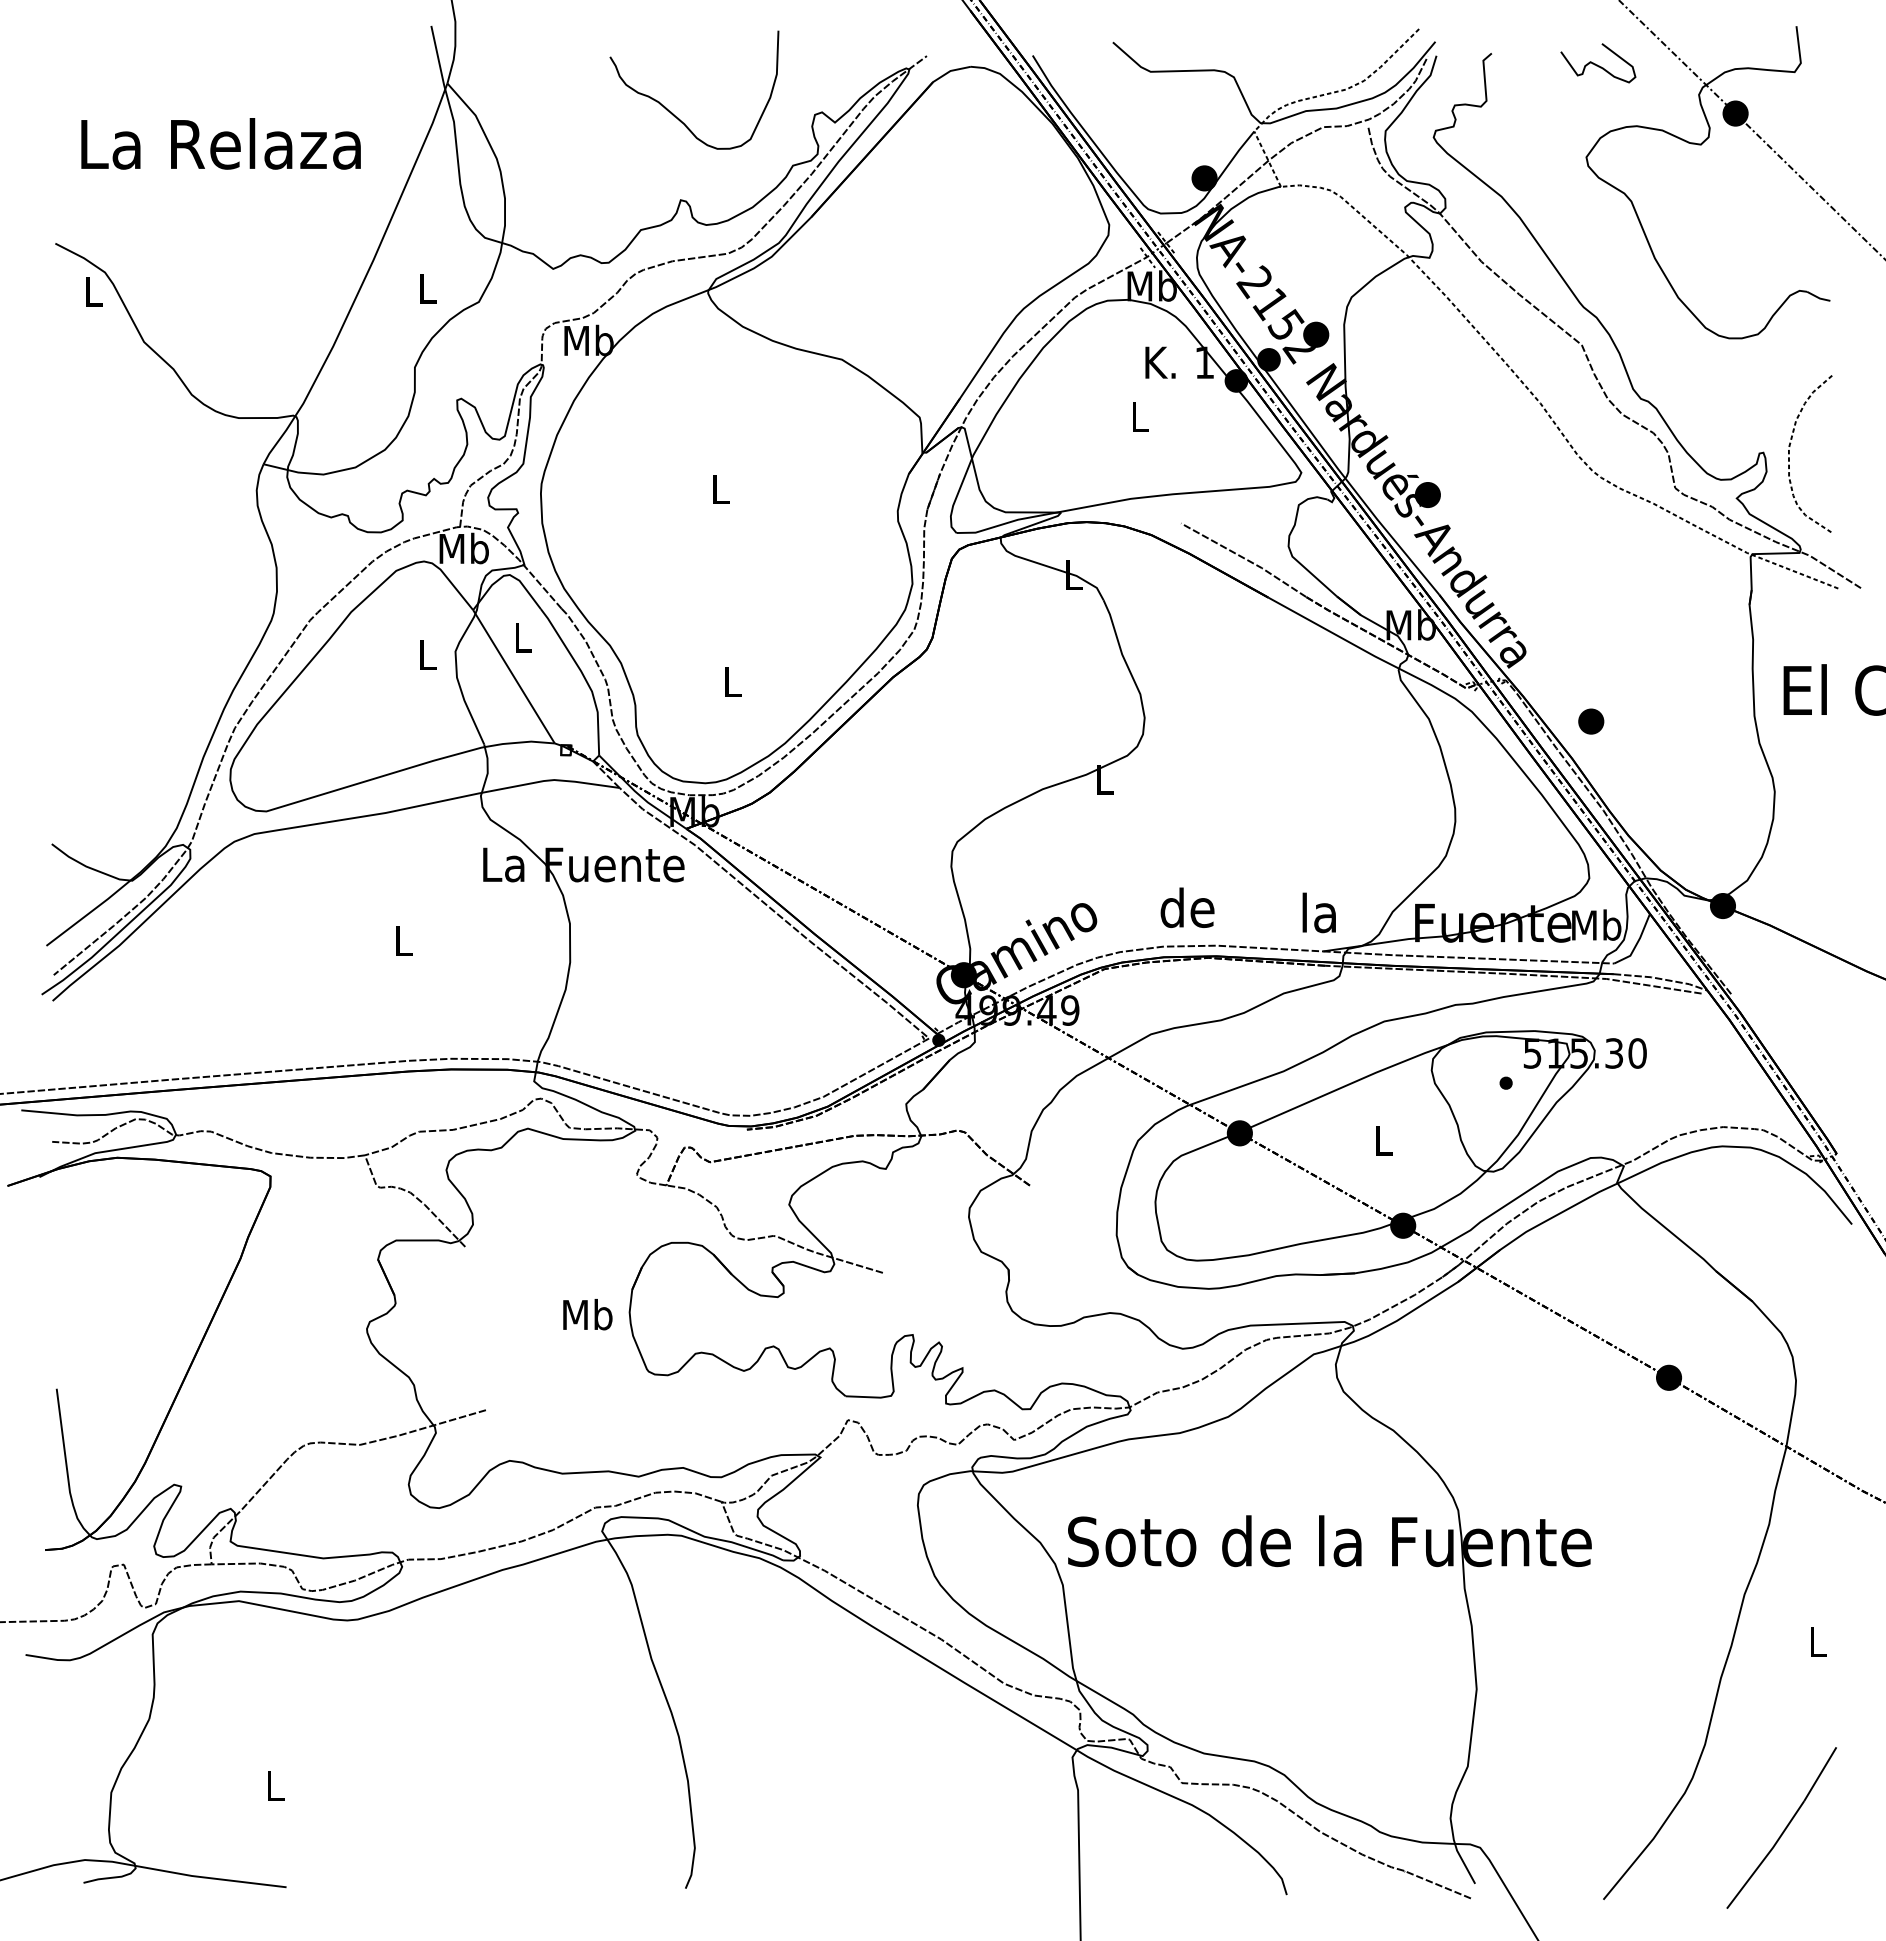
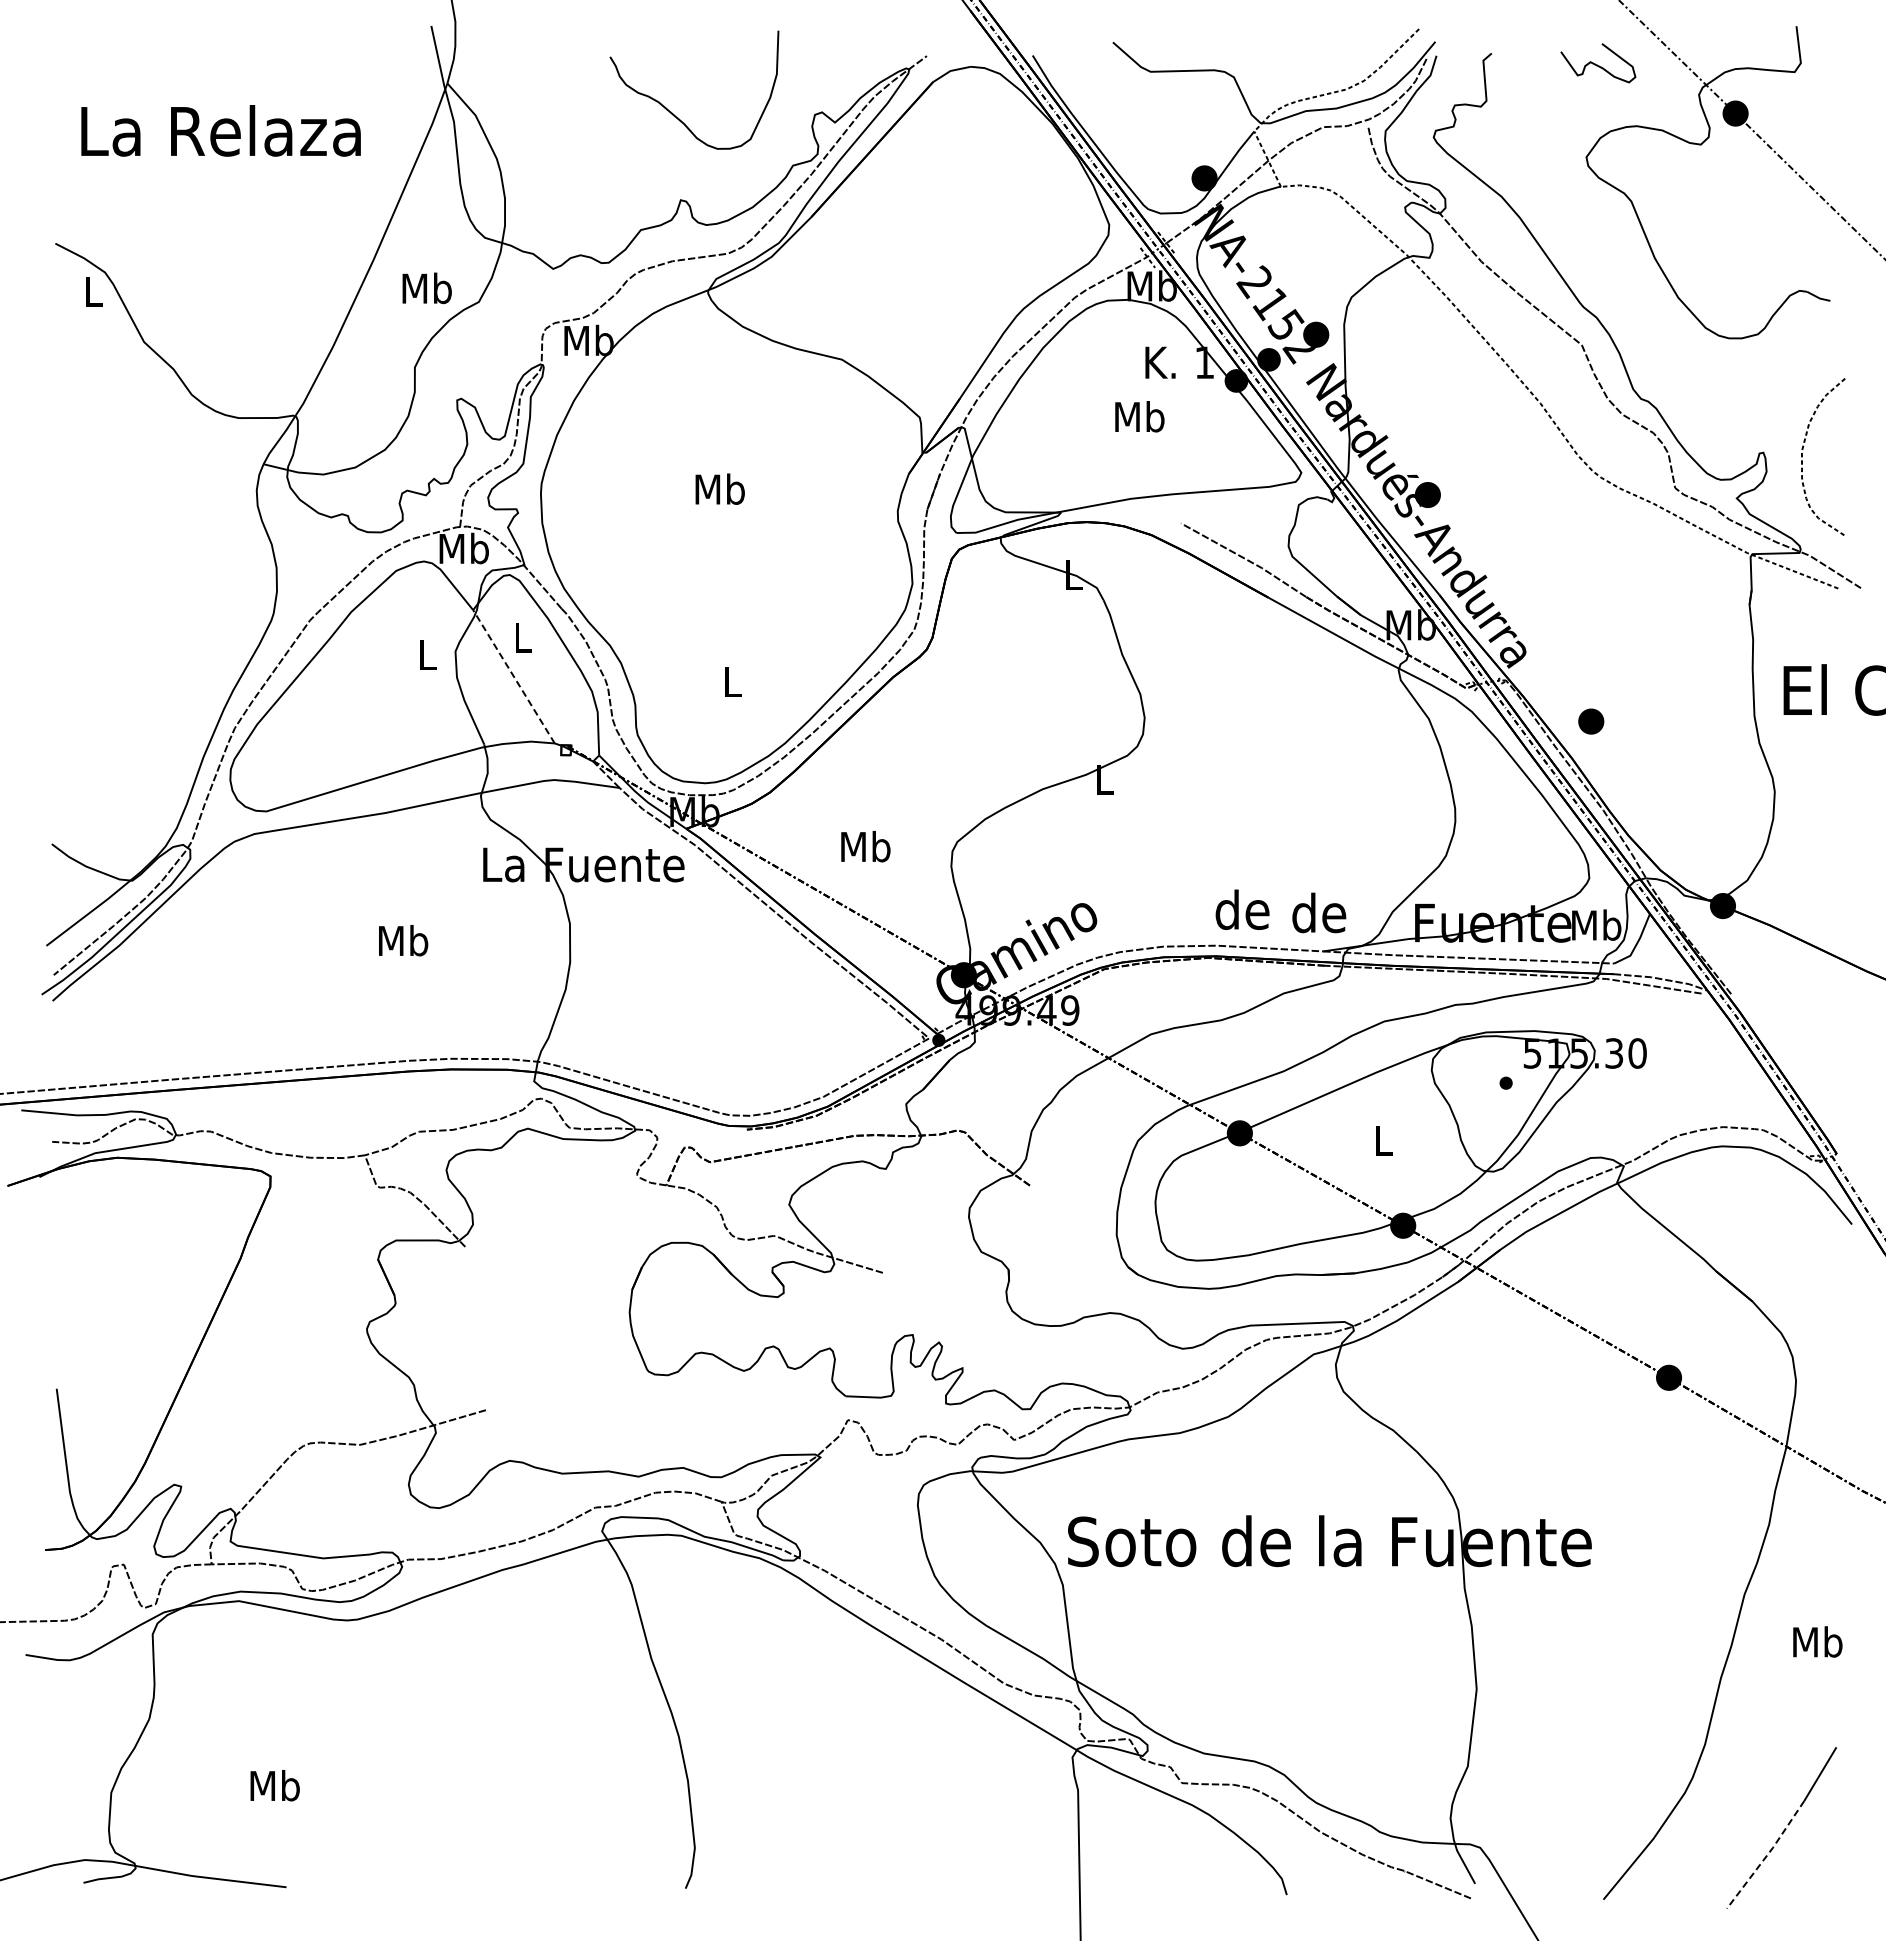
text at (220, 143) position: (220, 143) -> (220, 130)
text at (426, 288): L -> Mb
text at (1139, 416): L -> Mb
curve at (1789, 453) position: (1789, 453) -> (1802, 456)
text at (719, 488): L -> Mb
line at (513, 676): solid -> dashed
text at (1187, 907) position: (1187, 907) -> (1242, 909)
text at (1319, 912): la -> de
text at (403, 940): L -> Mb
text at (587, 1314) position: (587, 1314) -> (865, 846)
text at (1817, 1641): L -> Mb
text at (274, 1785): L -> Mb
line at (1767, 1855): solid -> dashed
